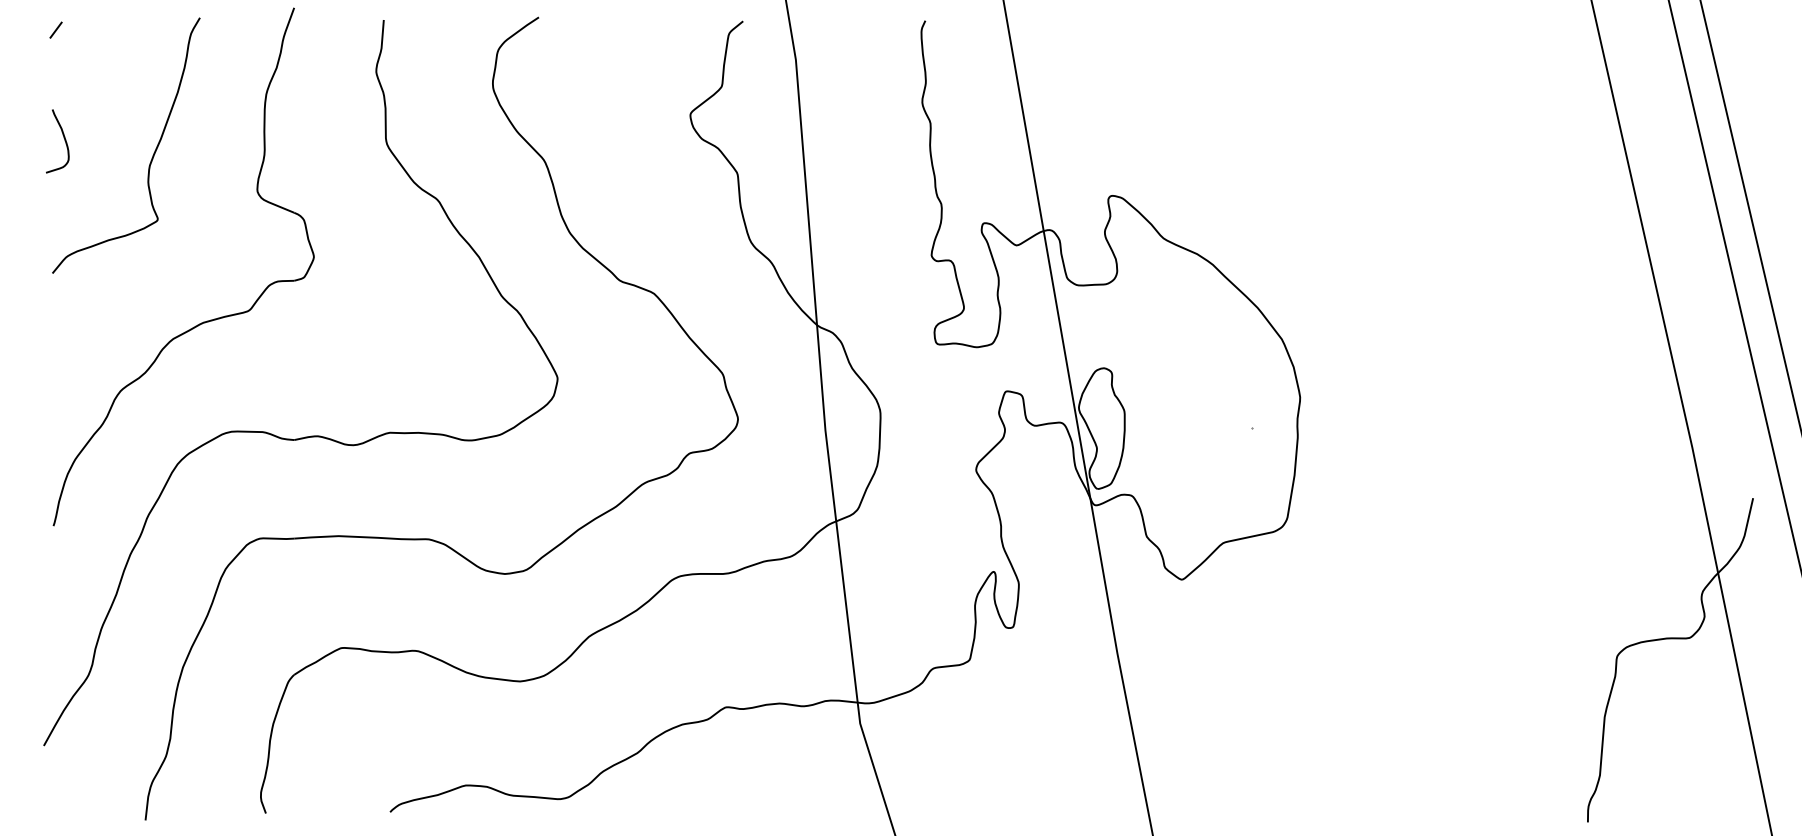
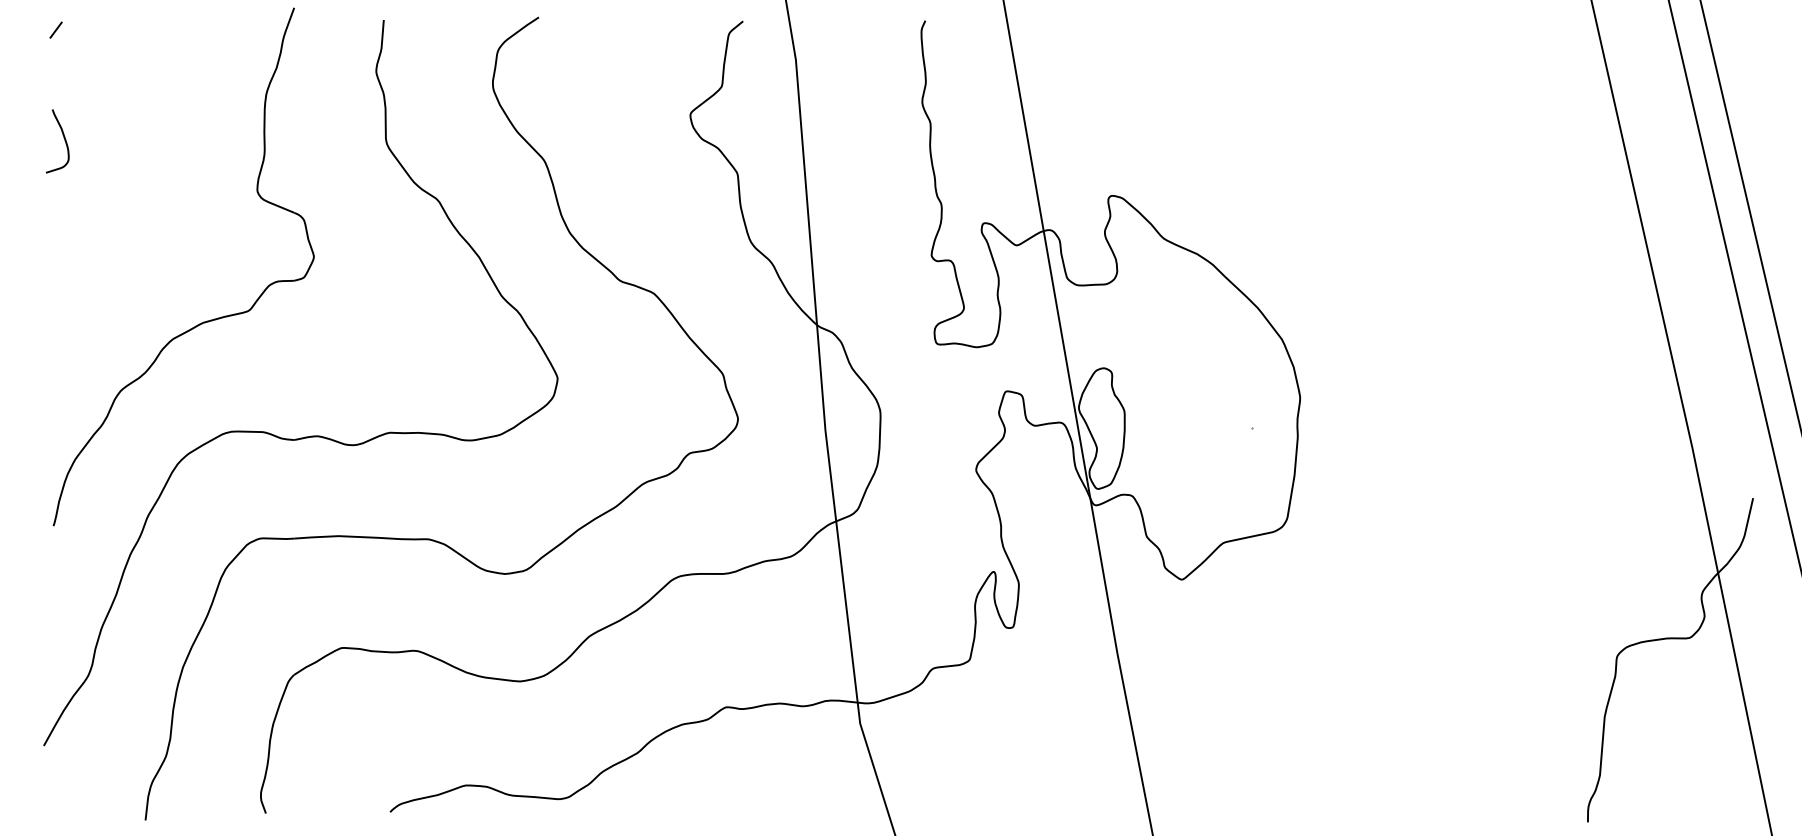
curve at (152, 155): present -> none
